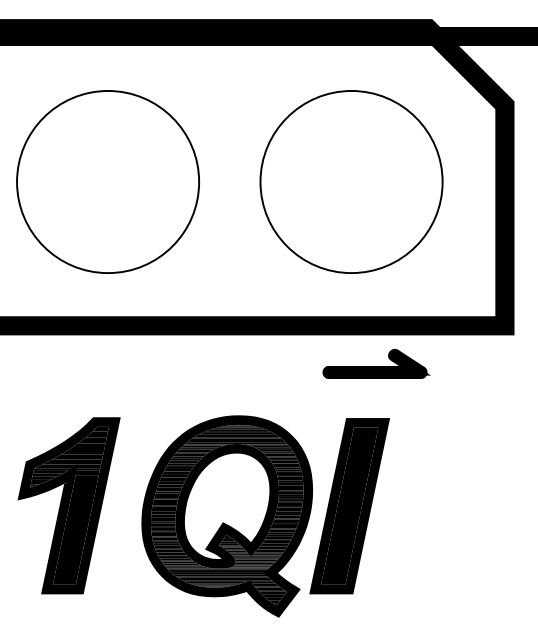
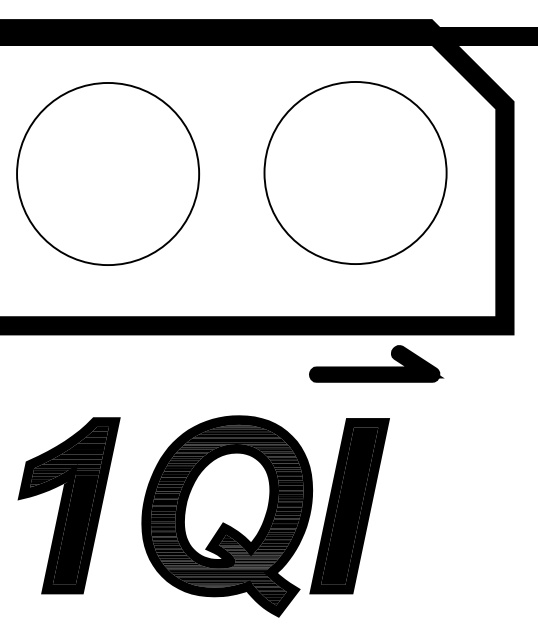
part at (107, 181) position: (107, 181) -> (107, 173)
part at (351, 181) position: (351, 181) -> (355, 172)
part at (376, 363) size: 109x30 px -> 136x38 px
